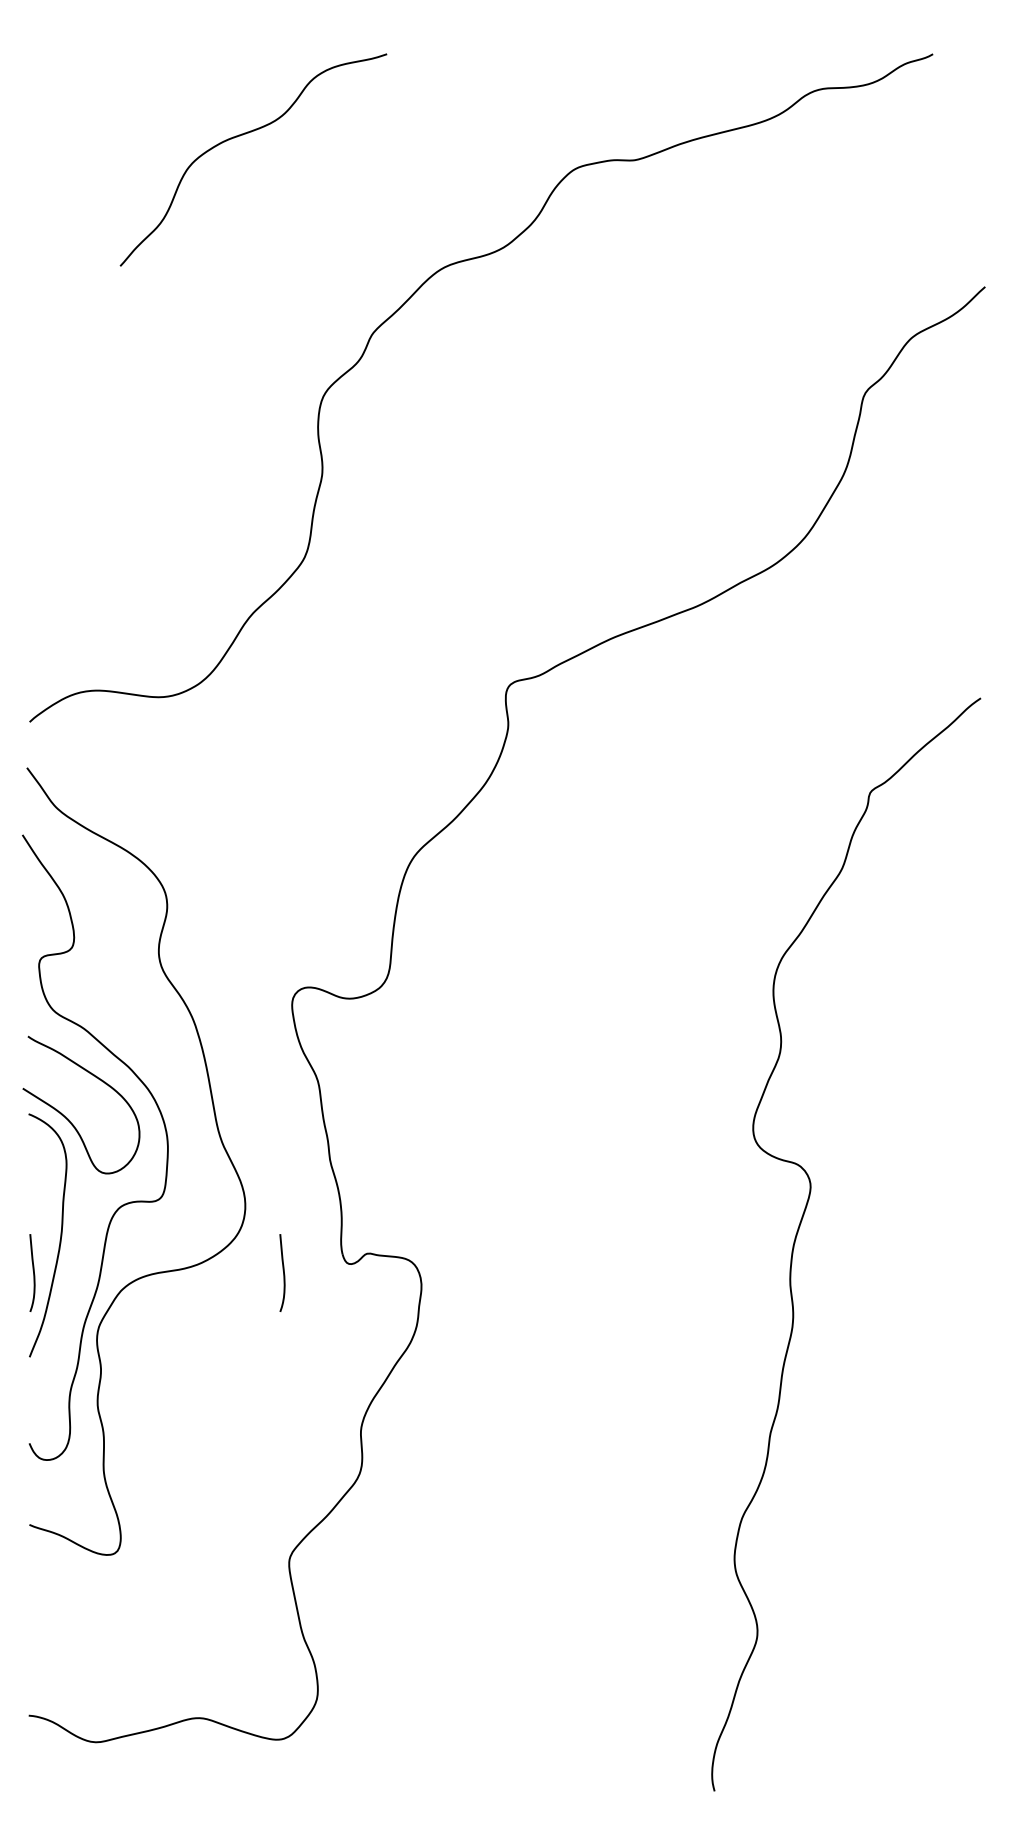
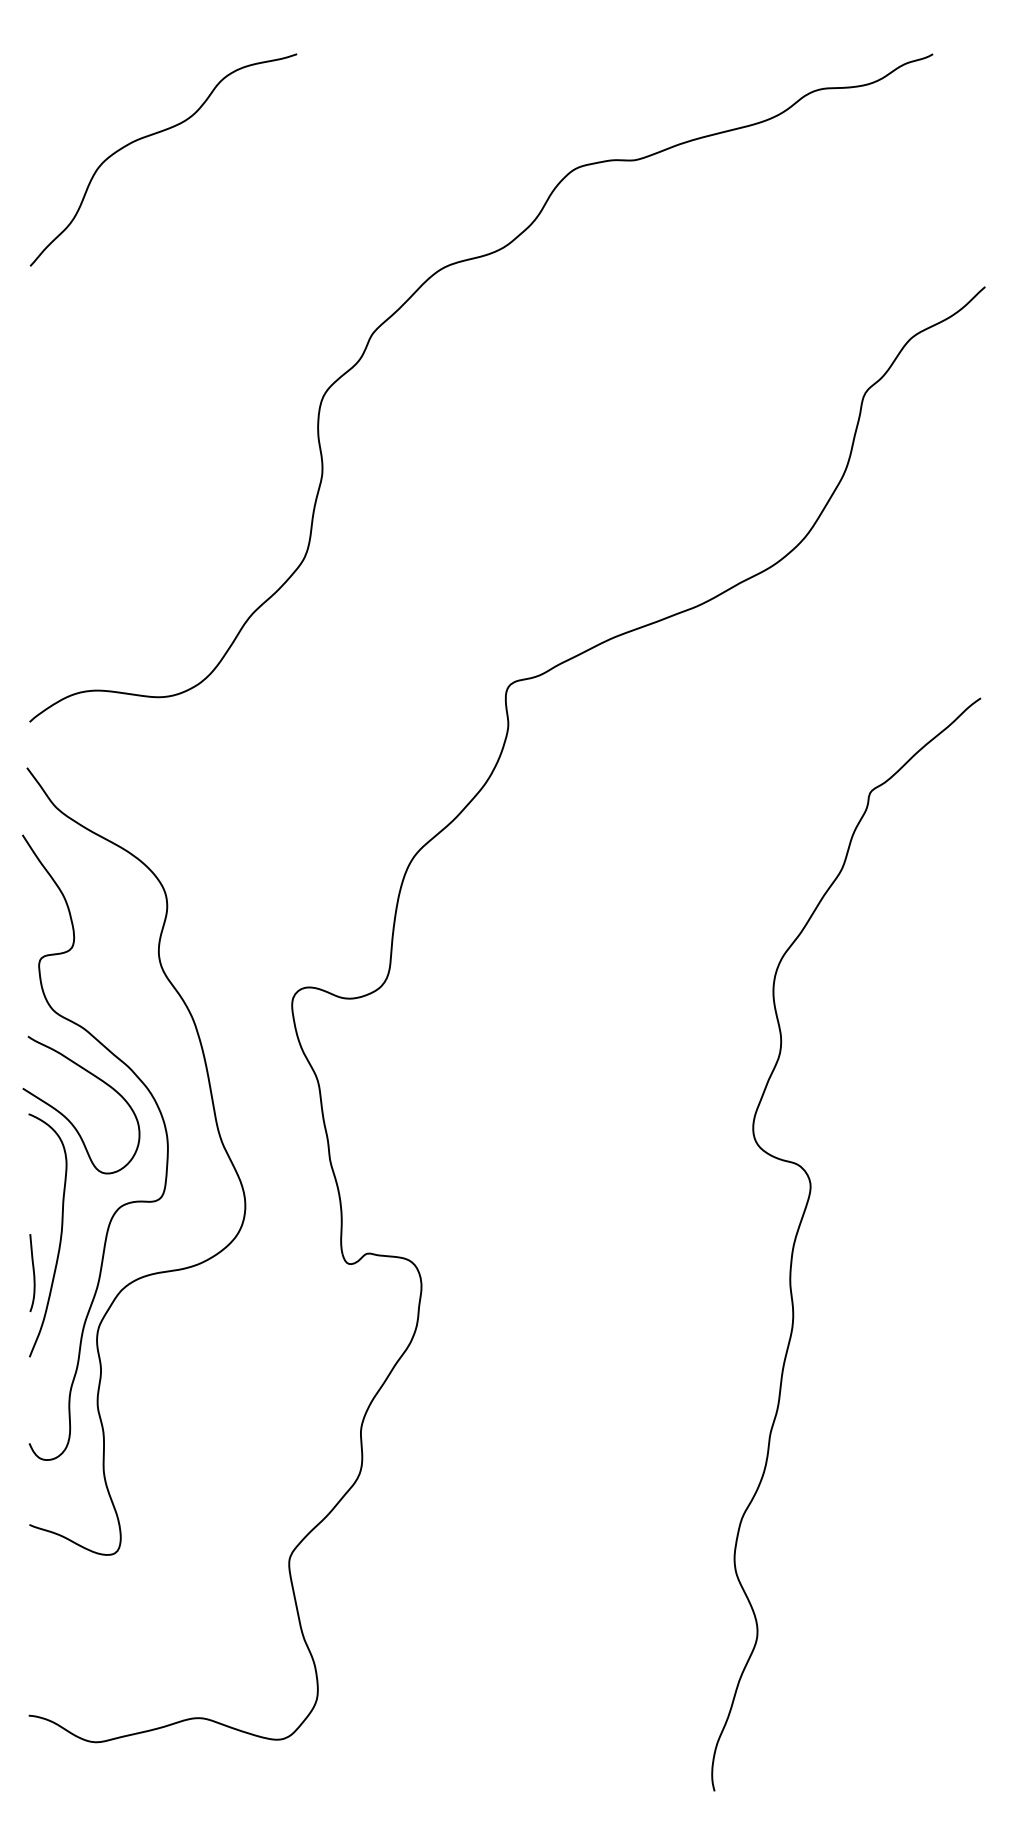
curve at (243, 135) position: (243, 135) -> (153, 135)
curve at (283, 1272): present -> none
